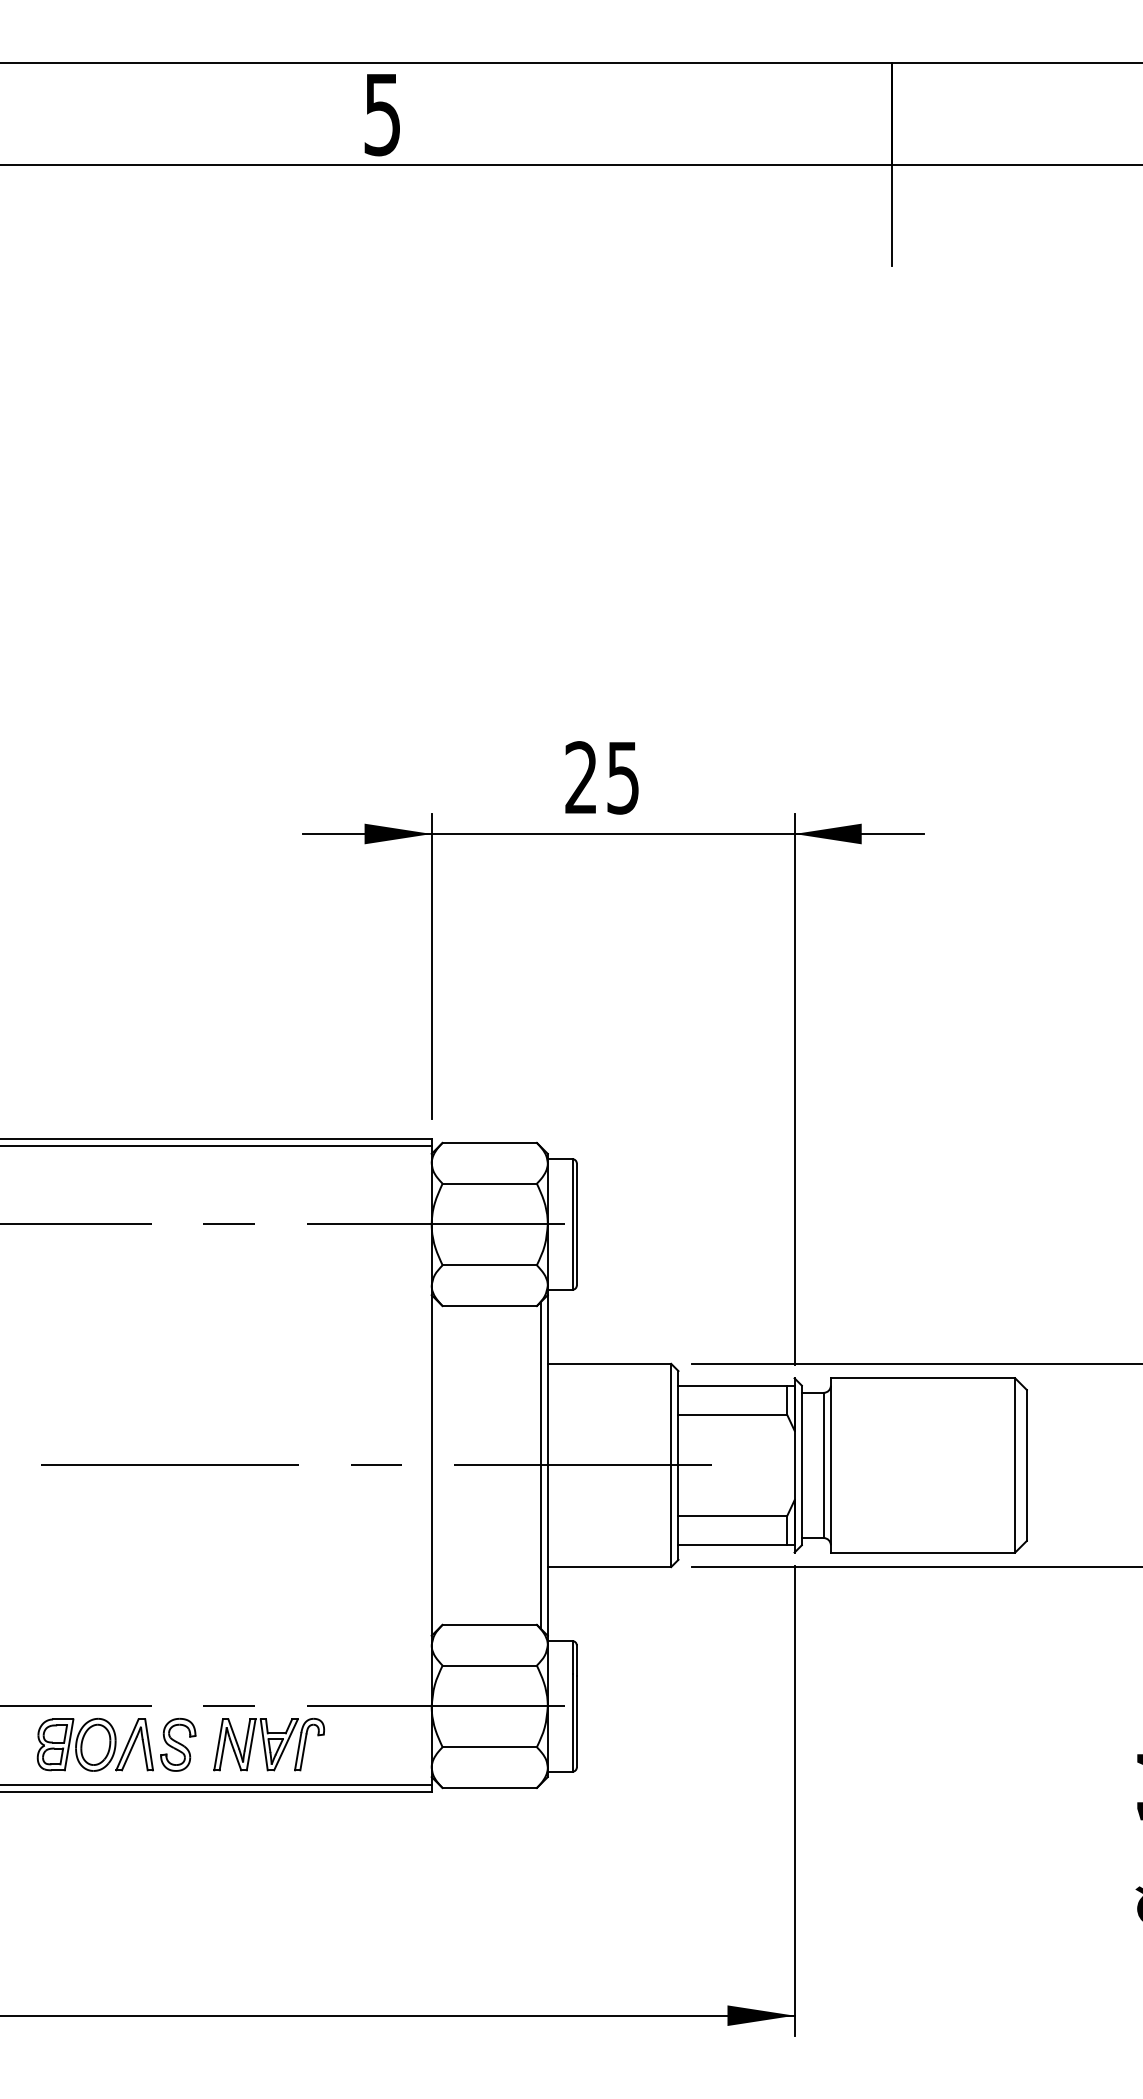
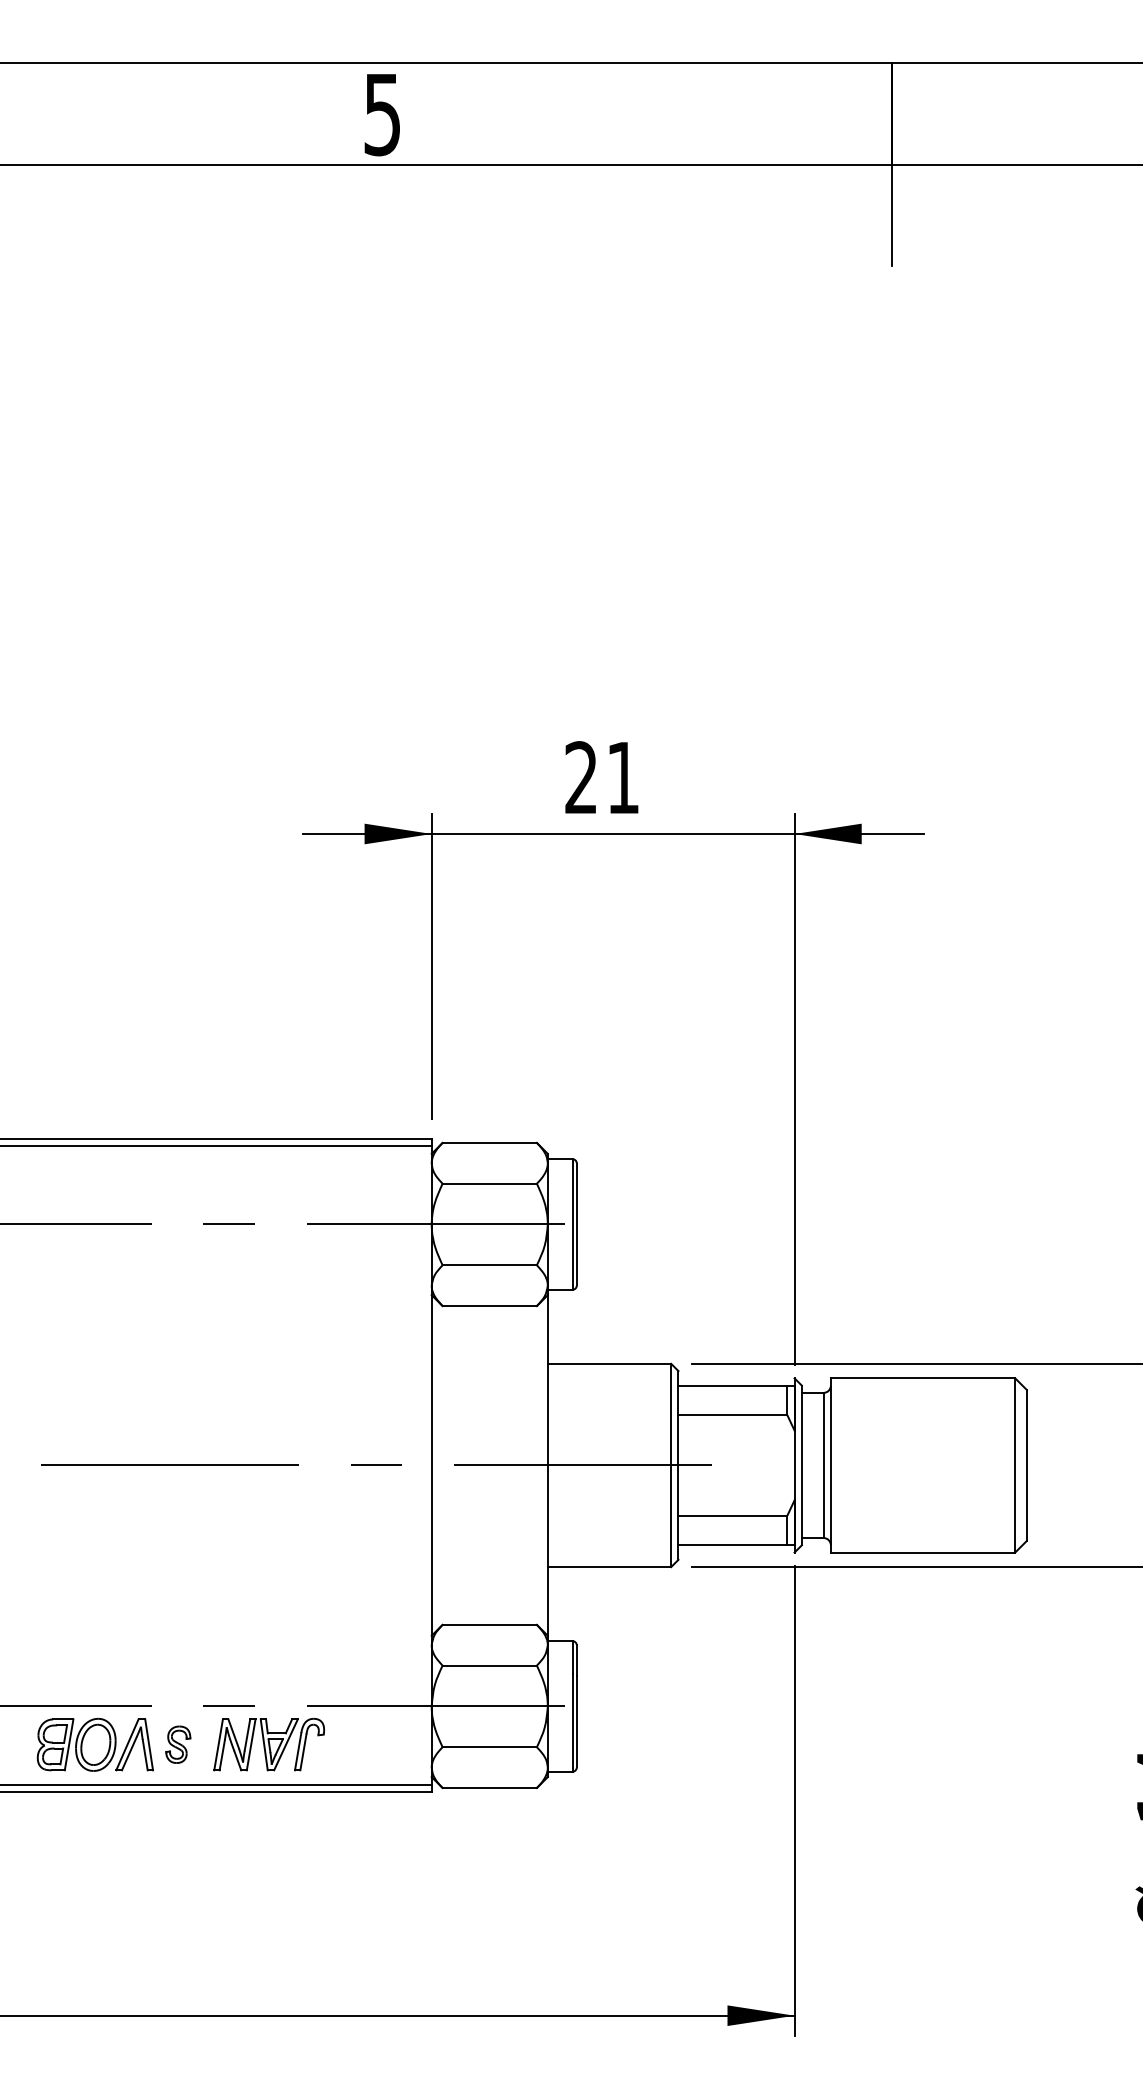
text at (622, 778): 25 -> 21
line at (540, 1465): present -> none
part at (178, 1744) size: 37x55 px -> 27x39 px
